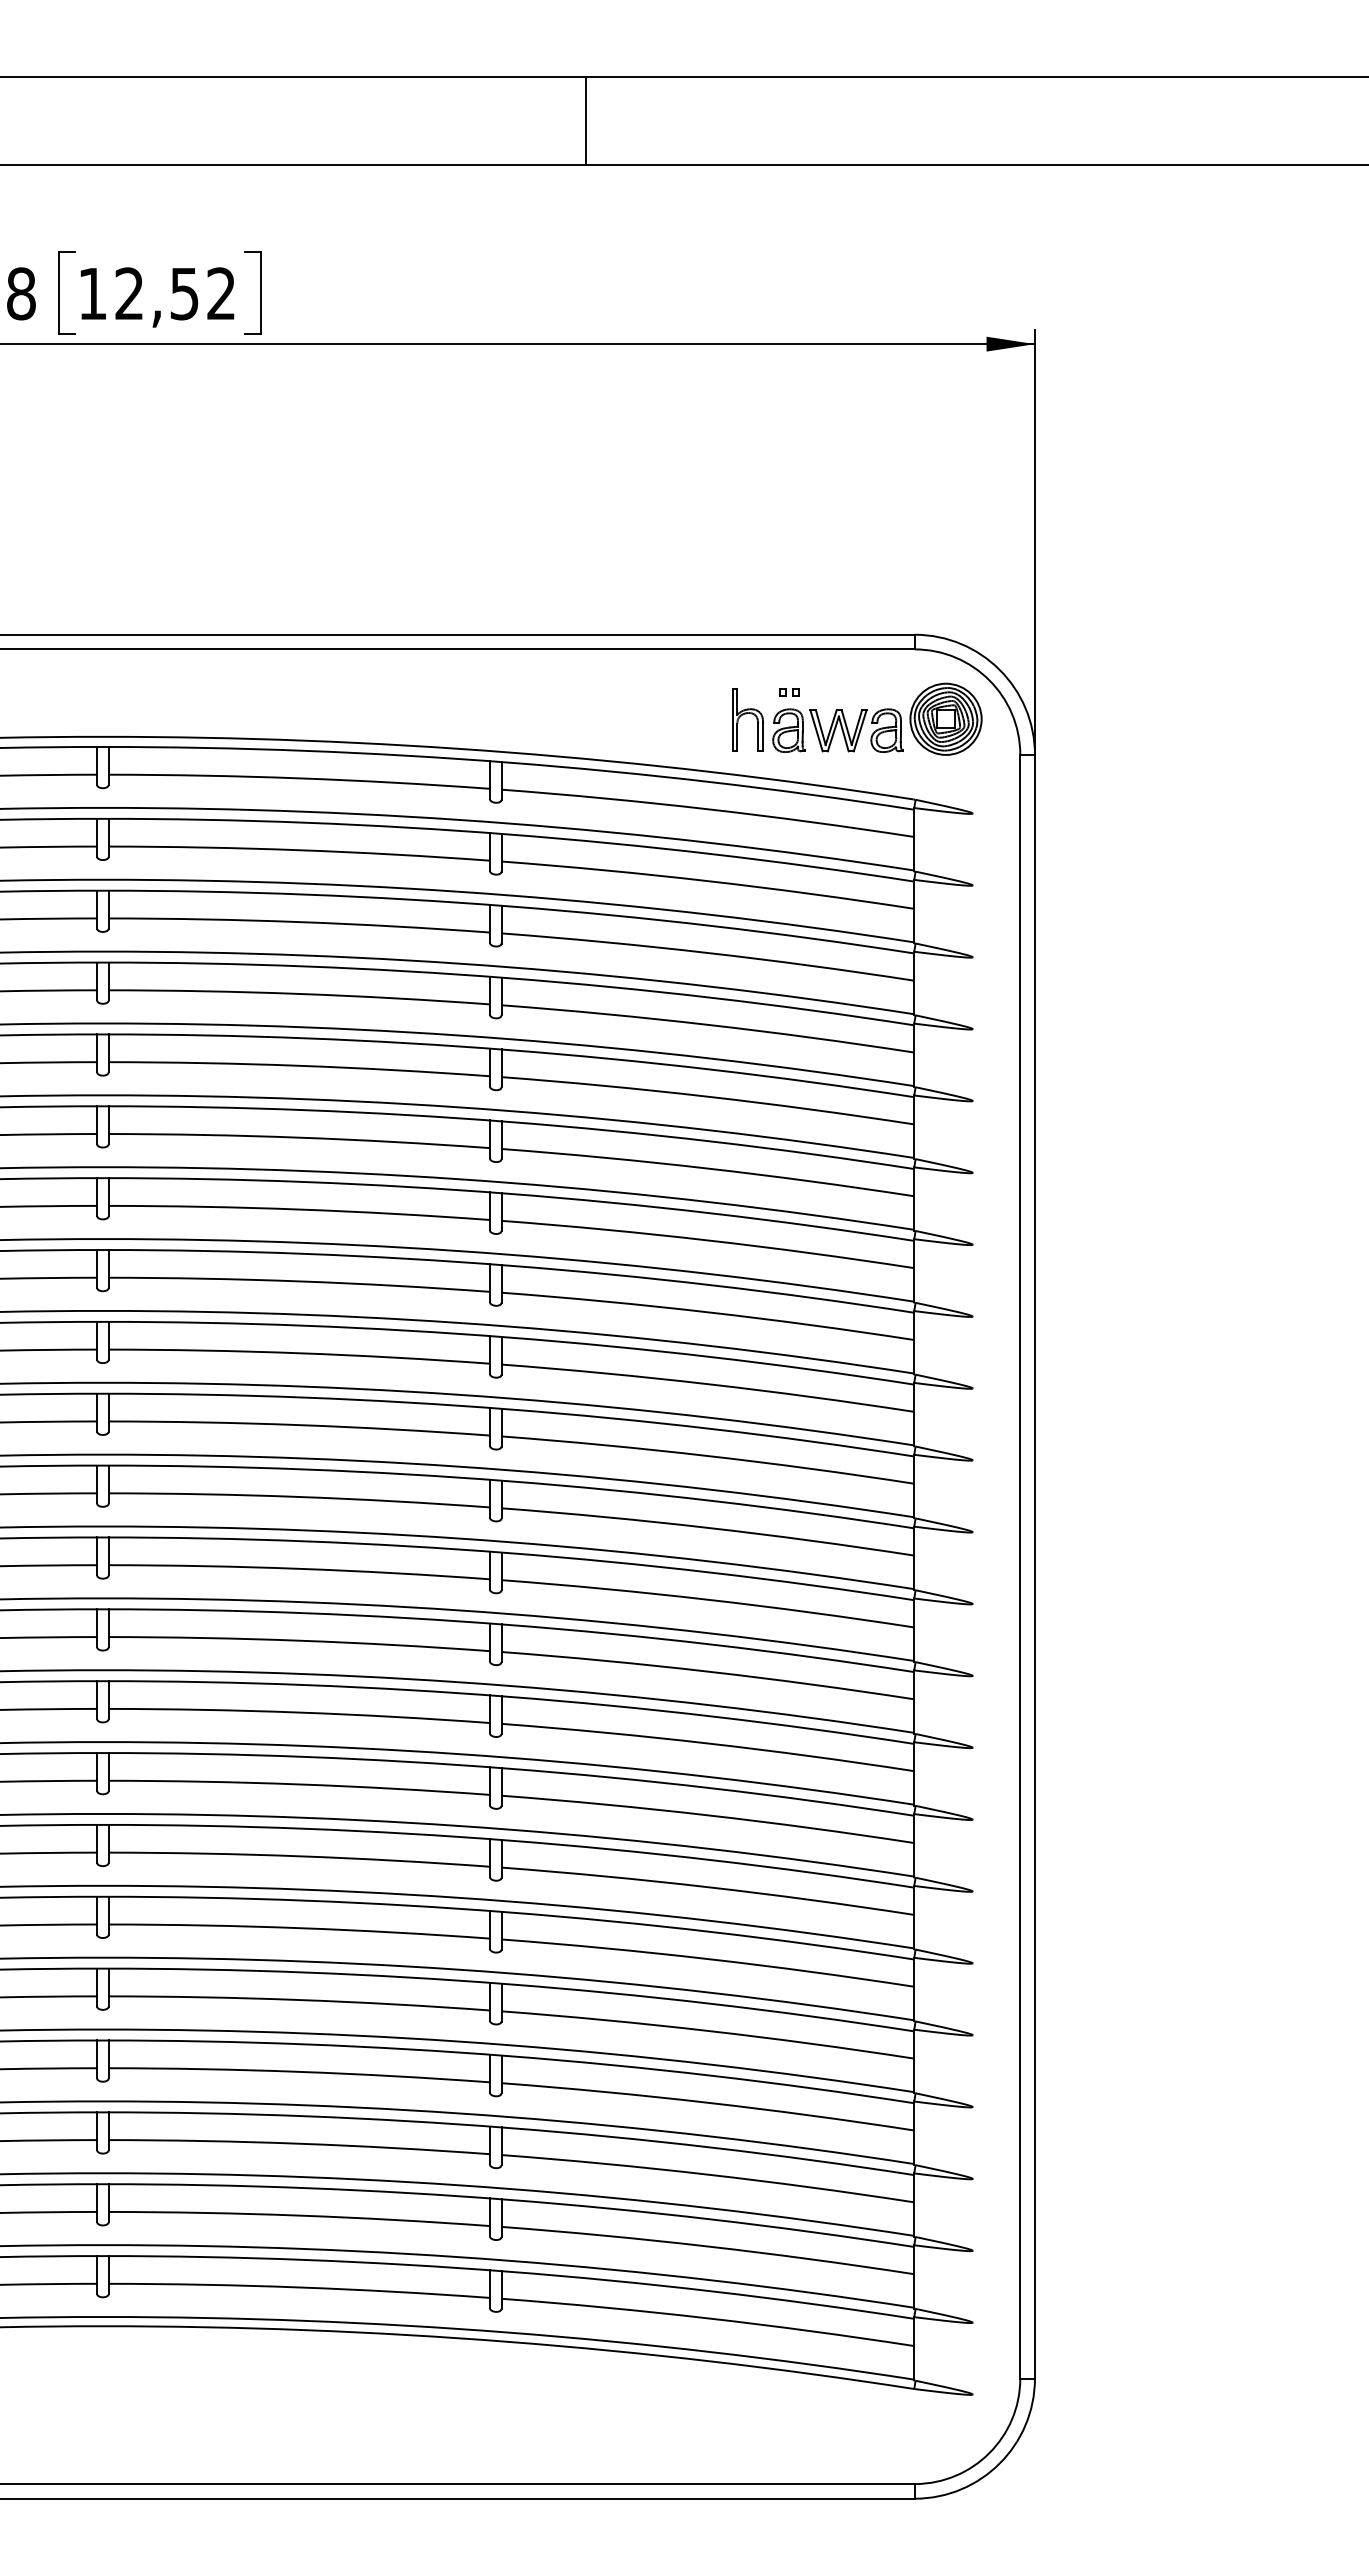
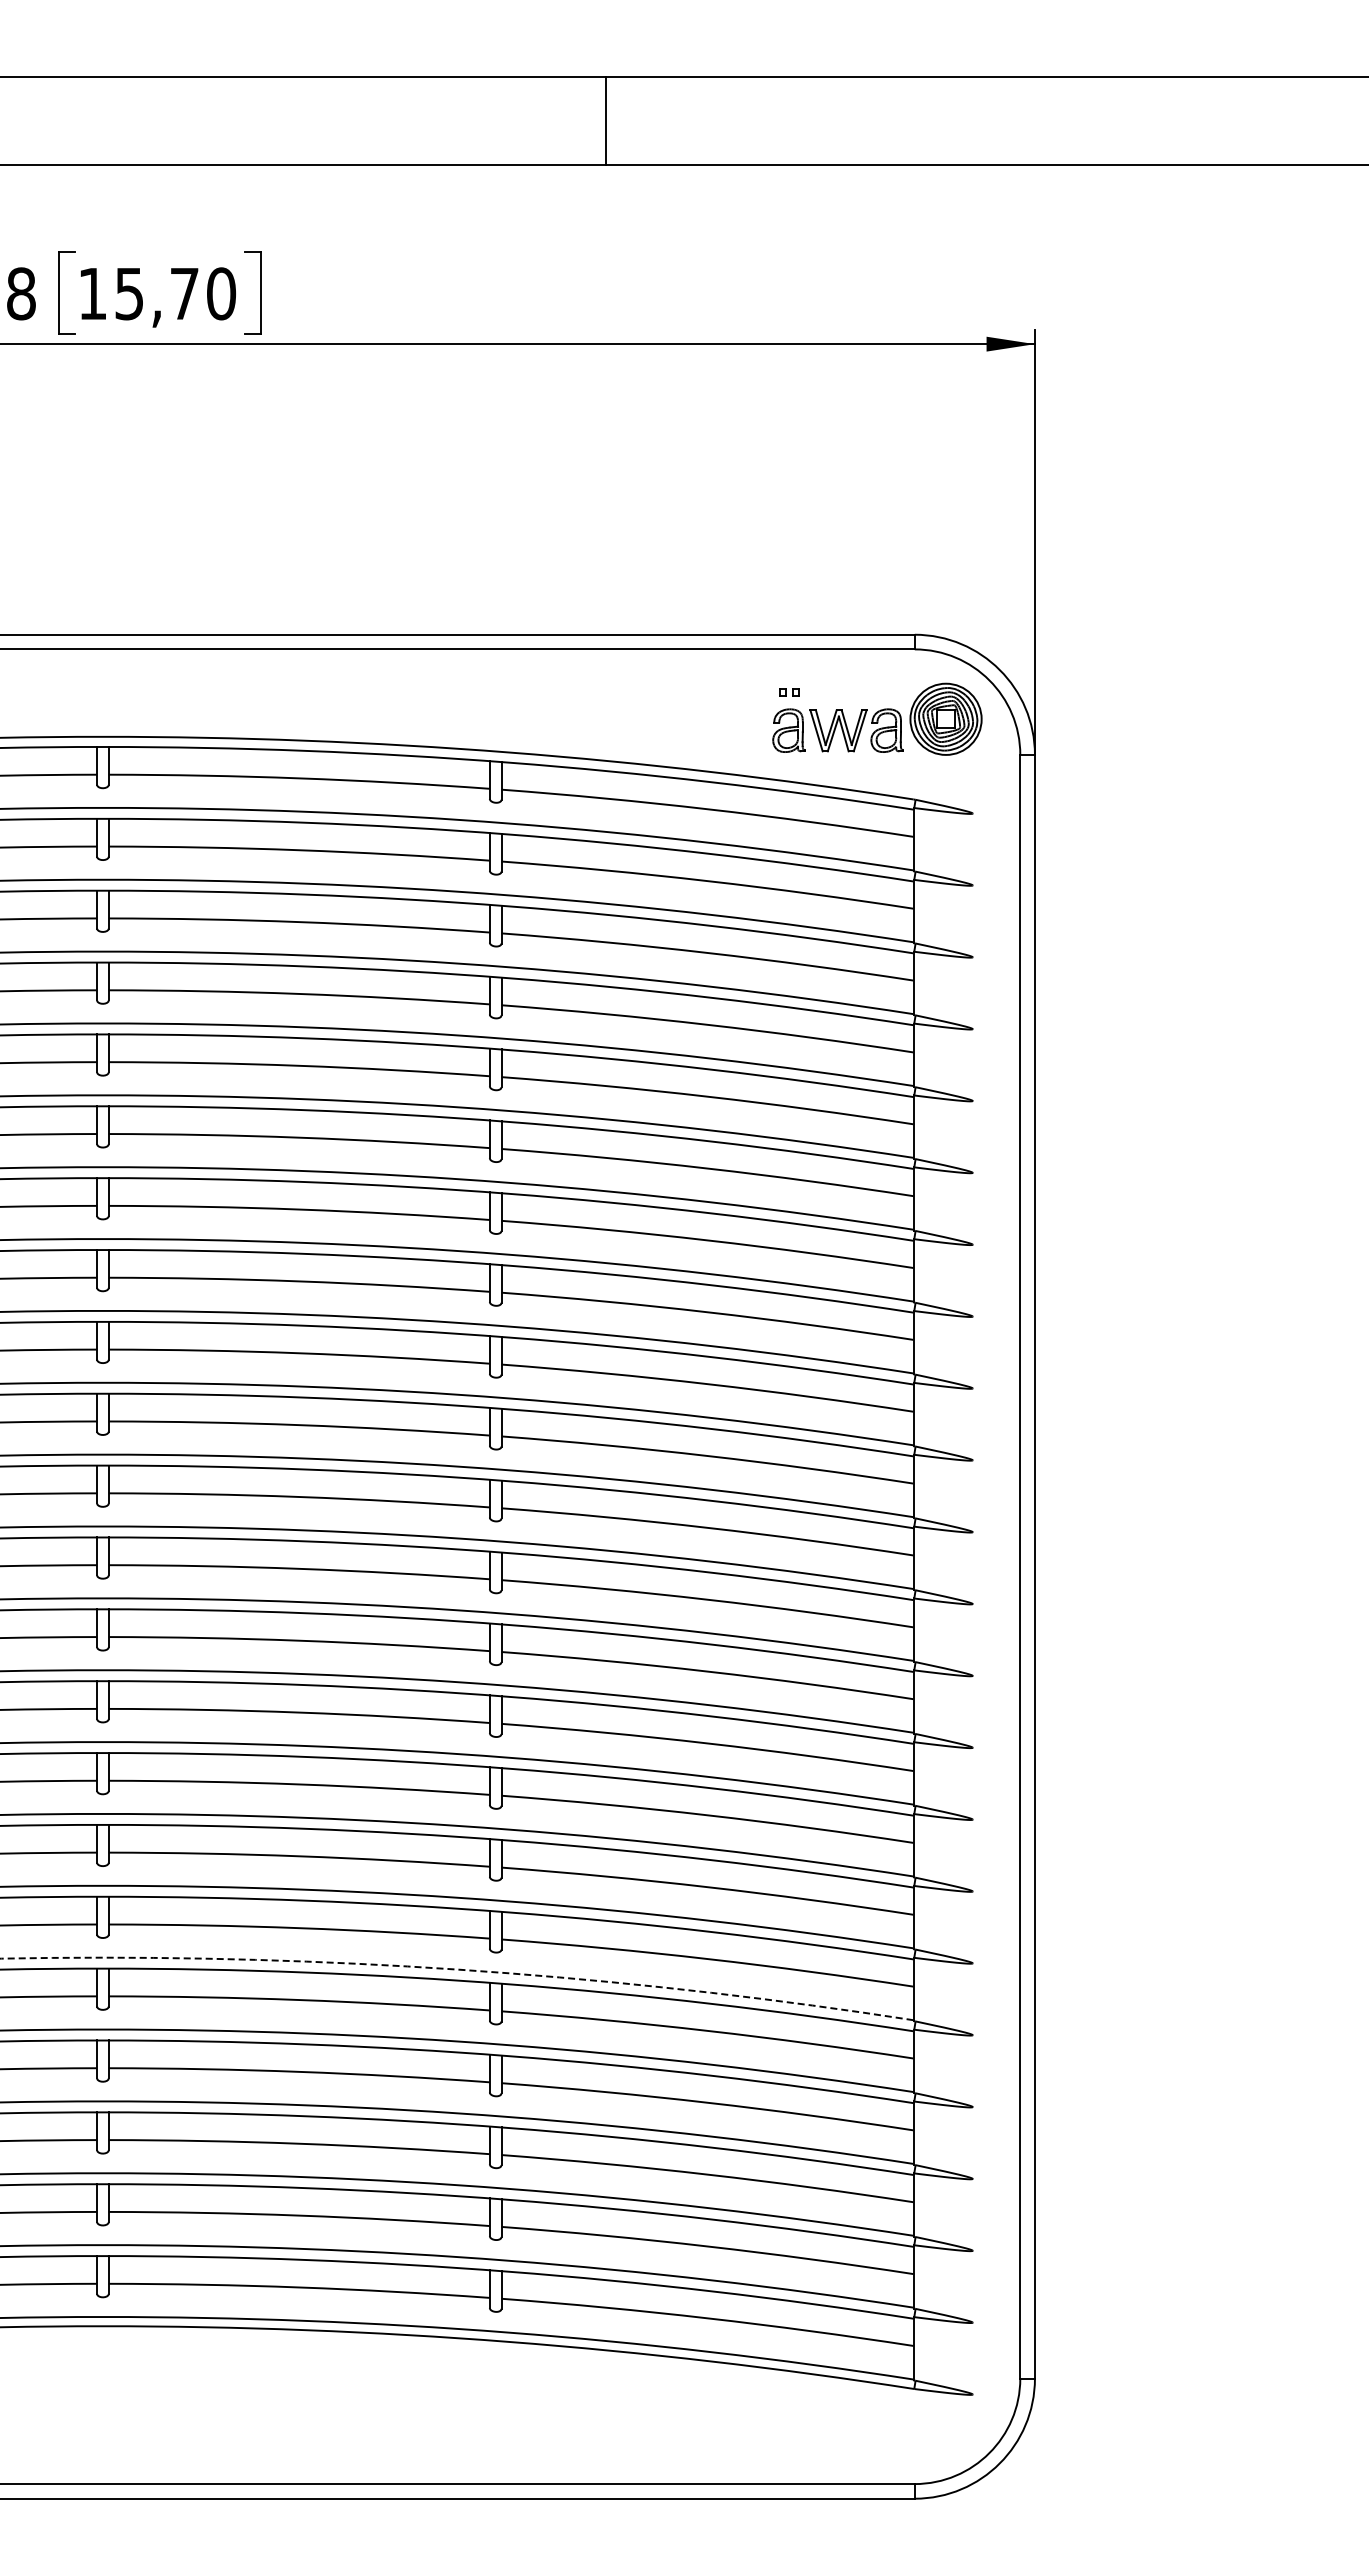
line at (586, 121) position: (586, 121) -> (606, 121)
text at (175, 293): 12,52 -> 15,70
part at (747, 719): present -> none
arc at (457, 1969): solid -> dashed
